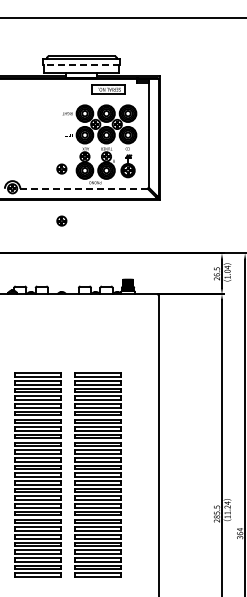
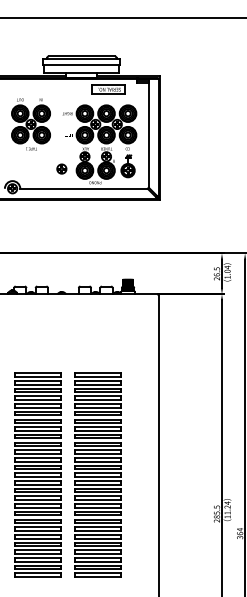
line at (81, 64): dashed -> solid
part at (30, 124): none -> present
line at (84, 188): dashed -> solid
part at (61, 220): present -> none
